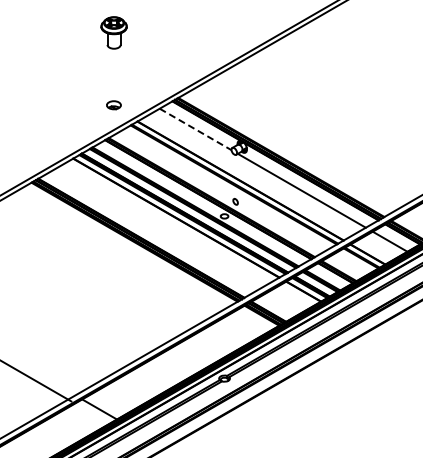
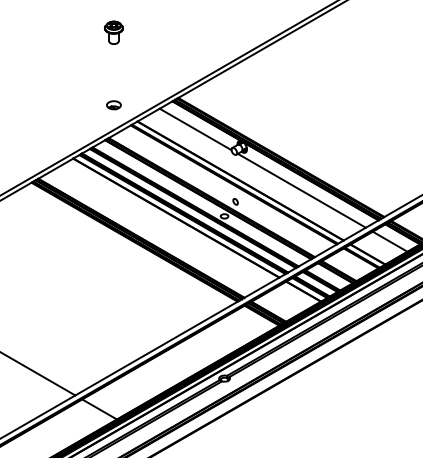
part at (113, 32) size: 28x34 px -> 21x25 px
line at (196, 129): dashed -> solid
line at (36, 381) position: (36, 381) -> (38, 374)
